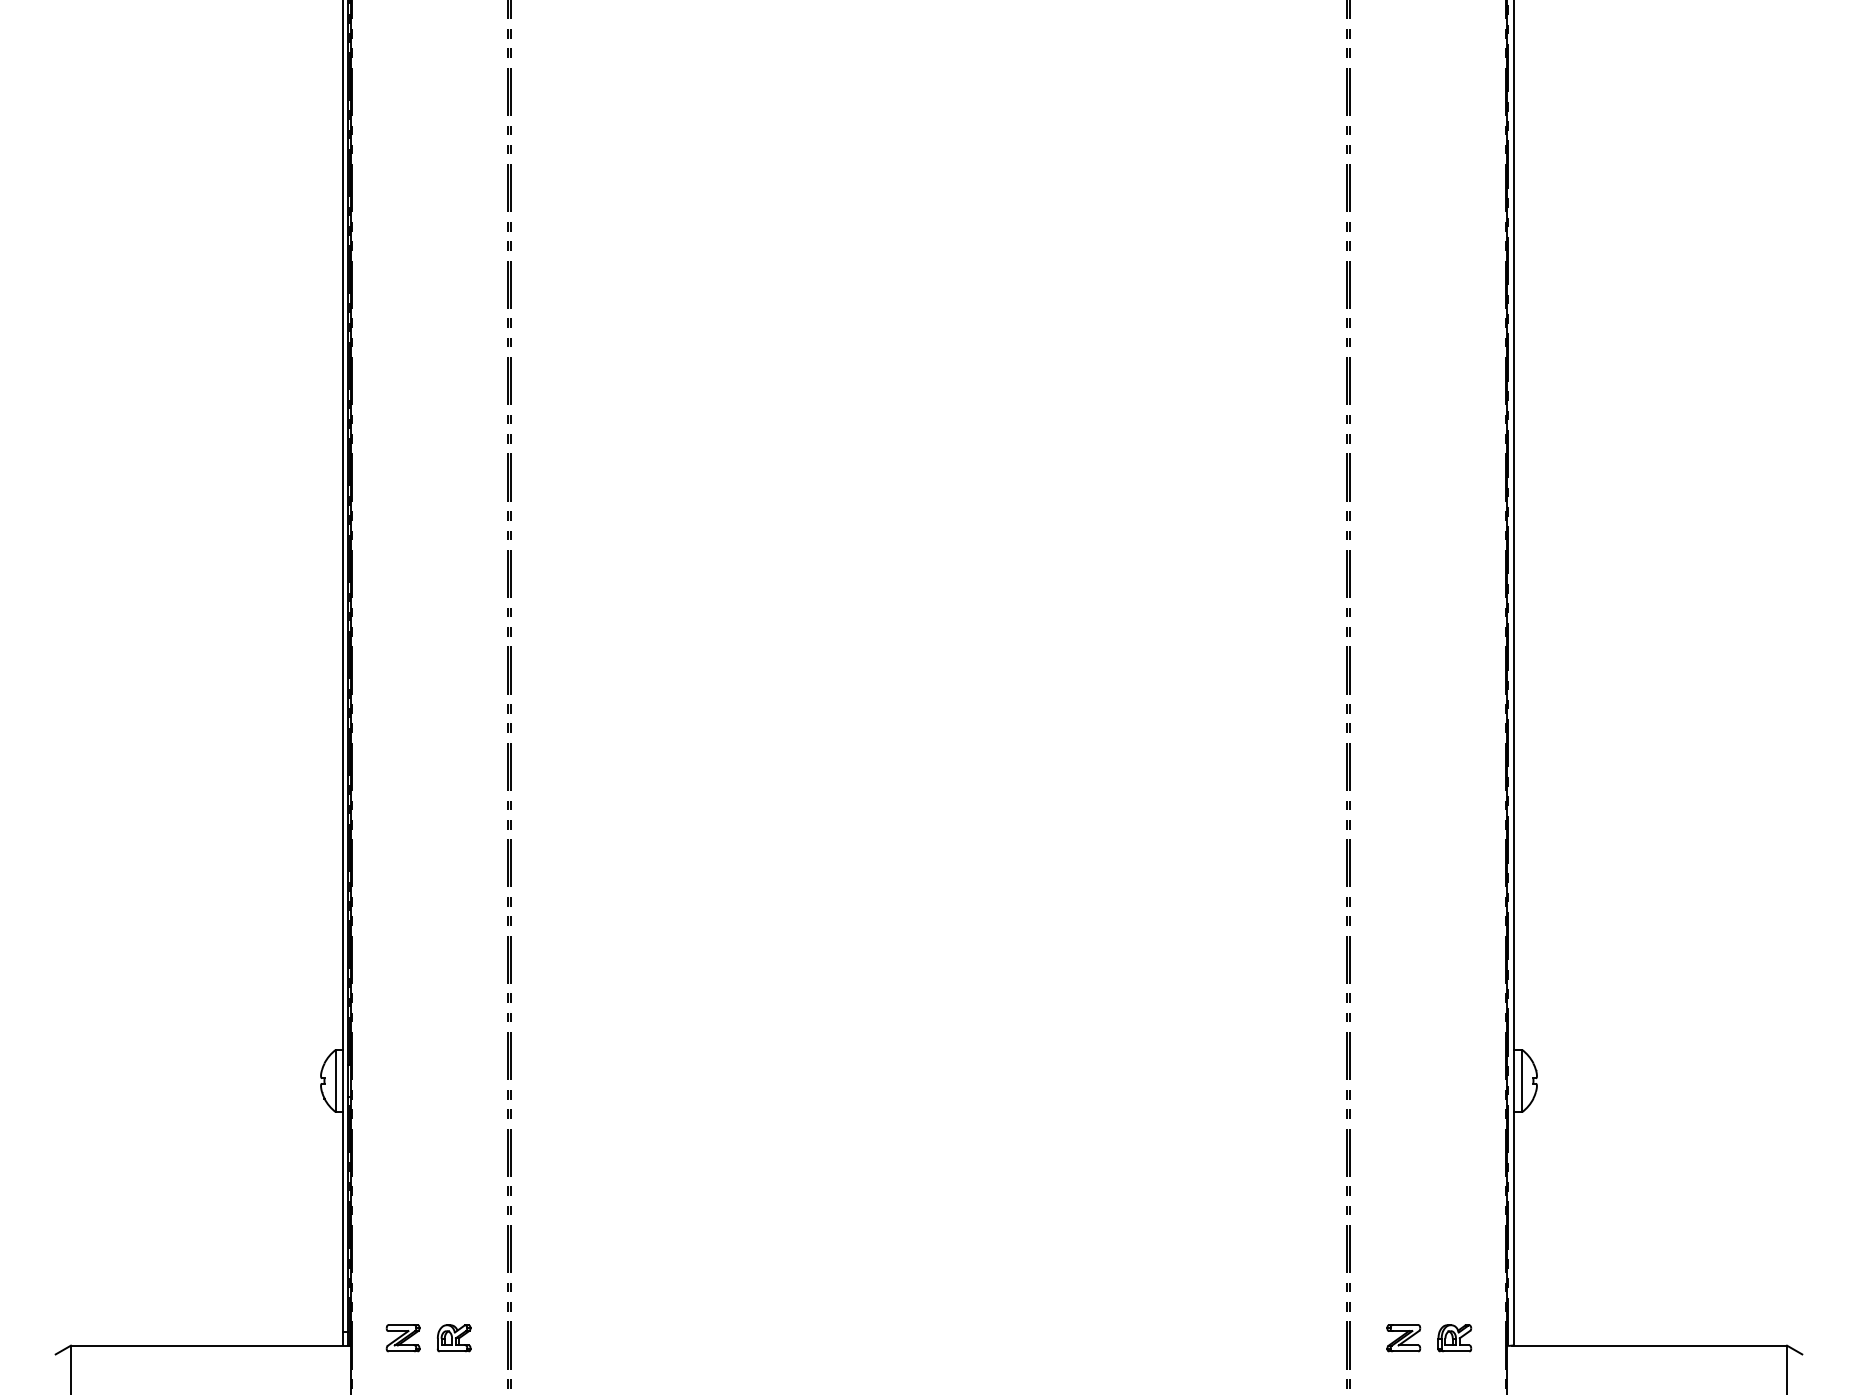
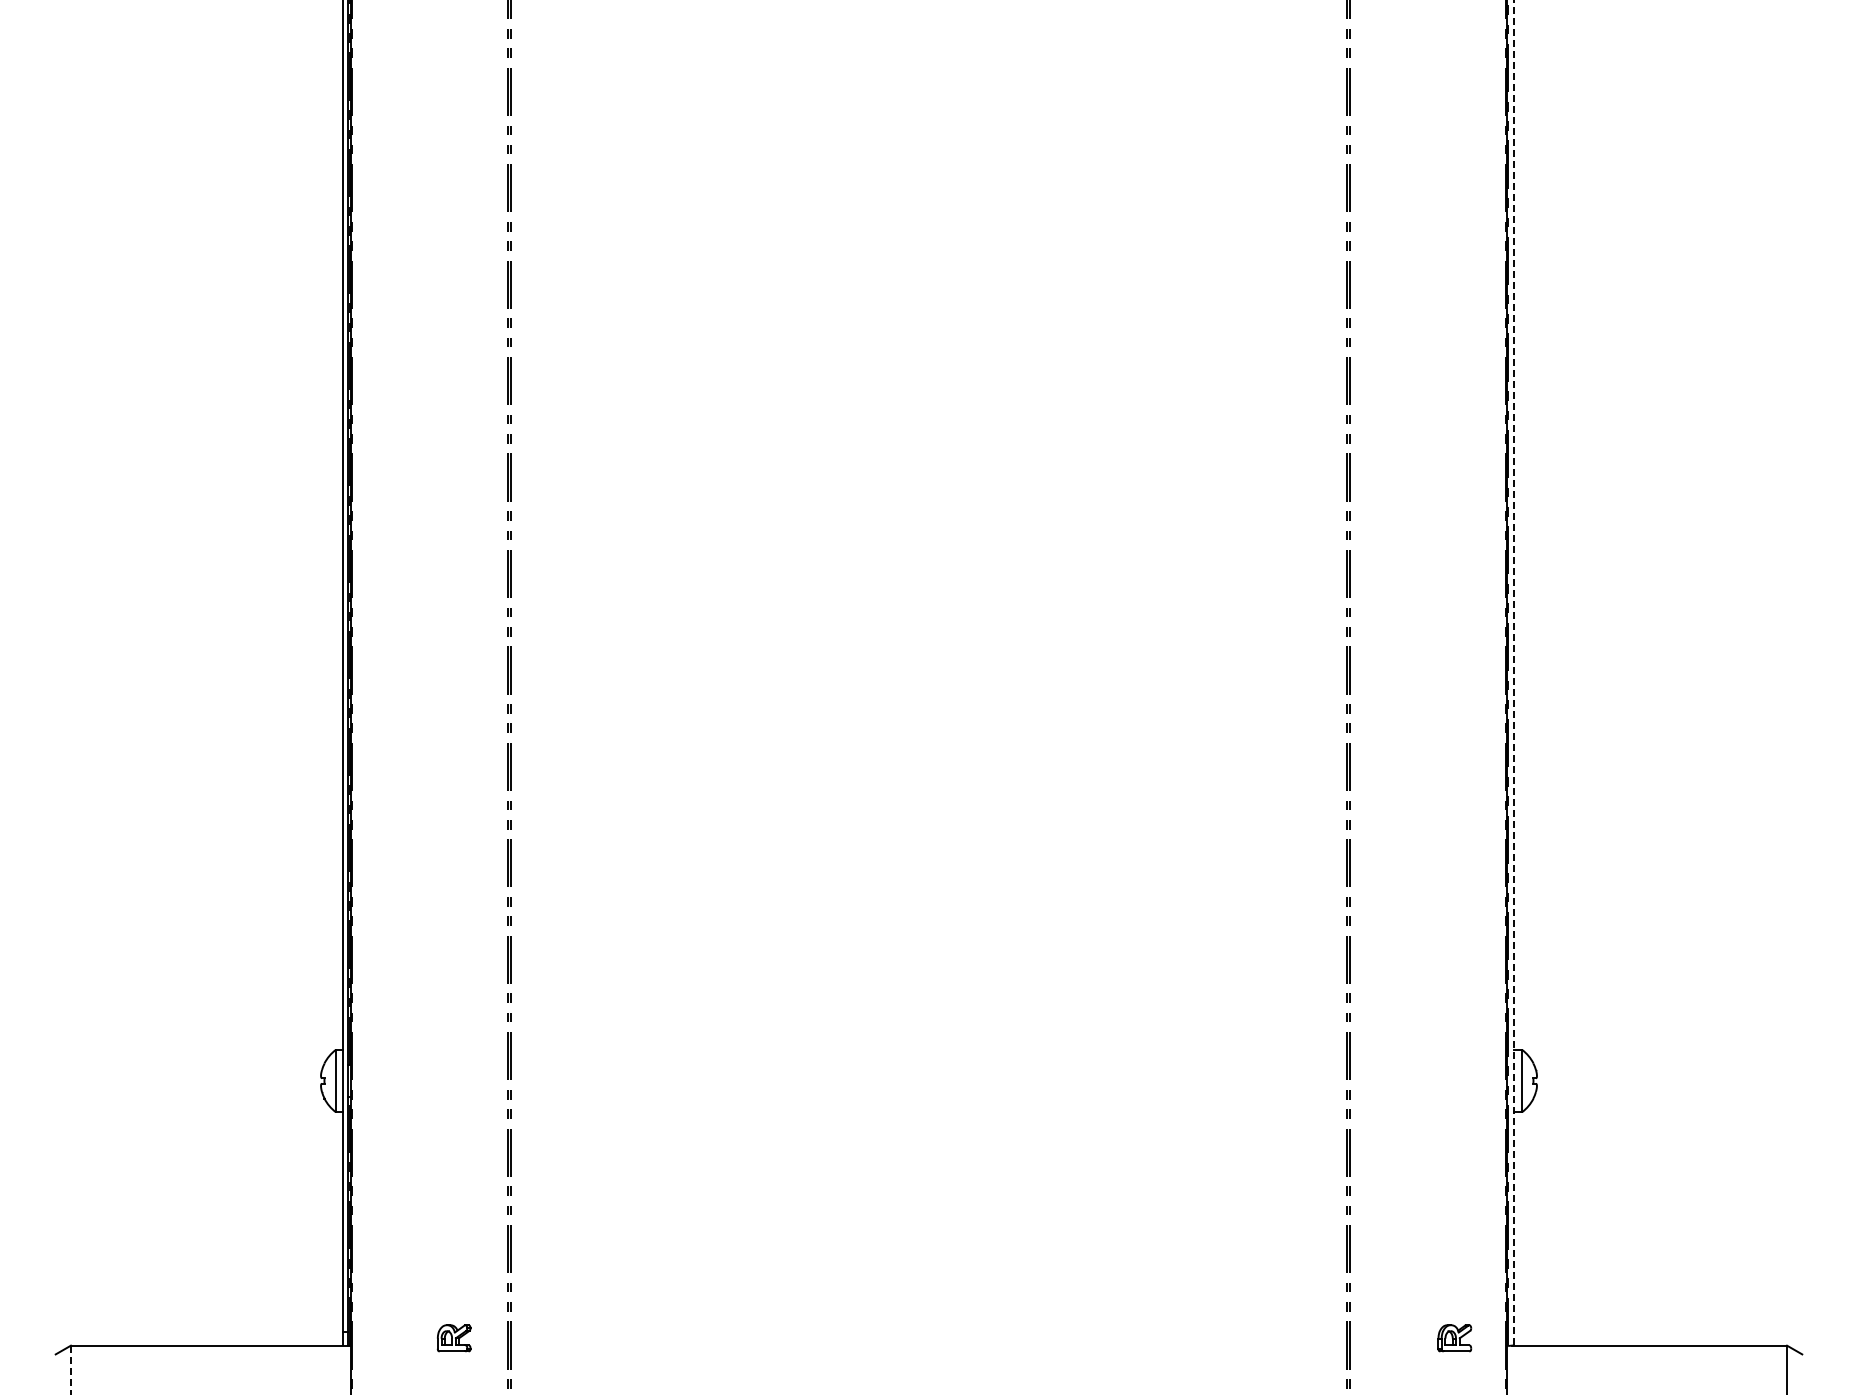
line at (1514, 672): solid -> dashed
part at (402, 1338): present -> none
part at (1403, 1338): present -> none
line at (70, 1370): solid -> dashed
